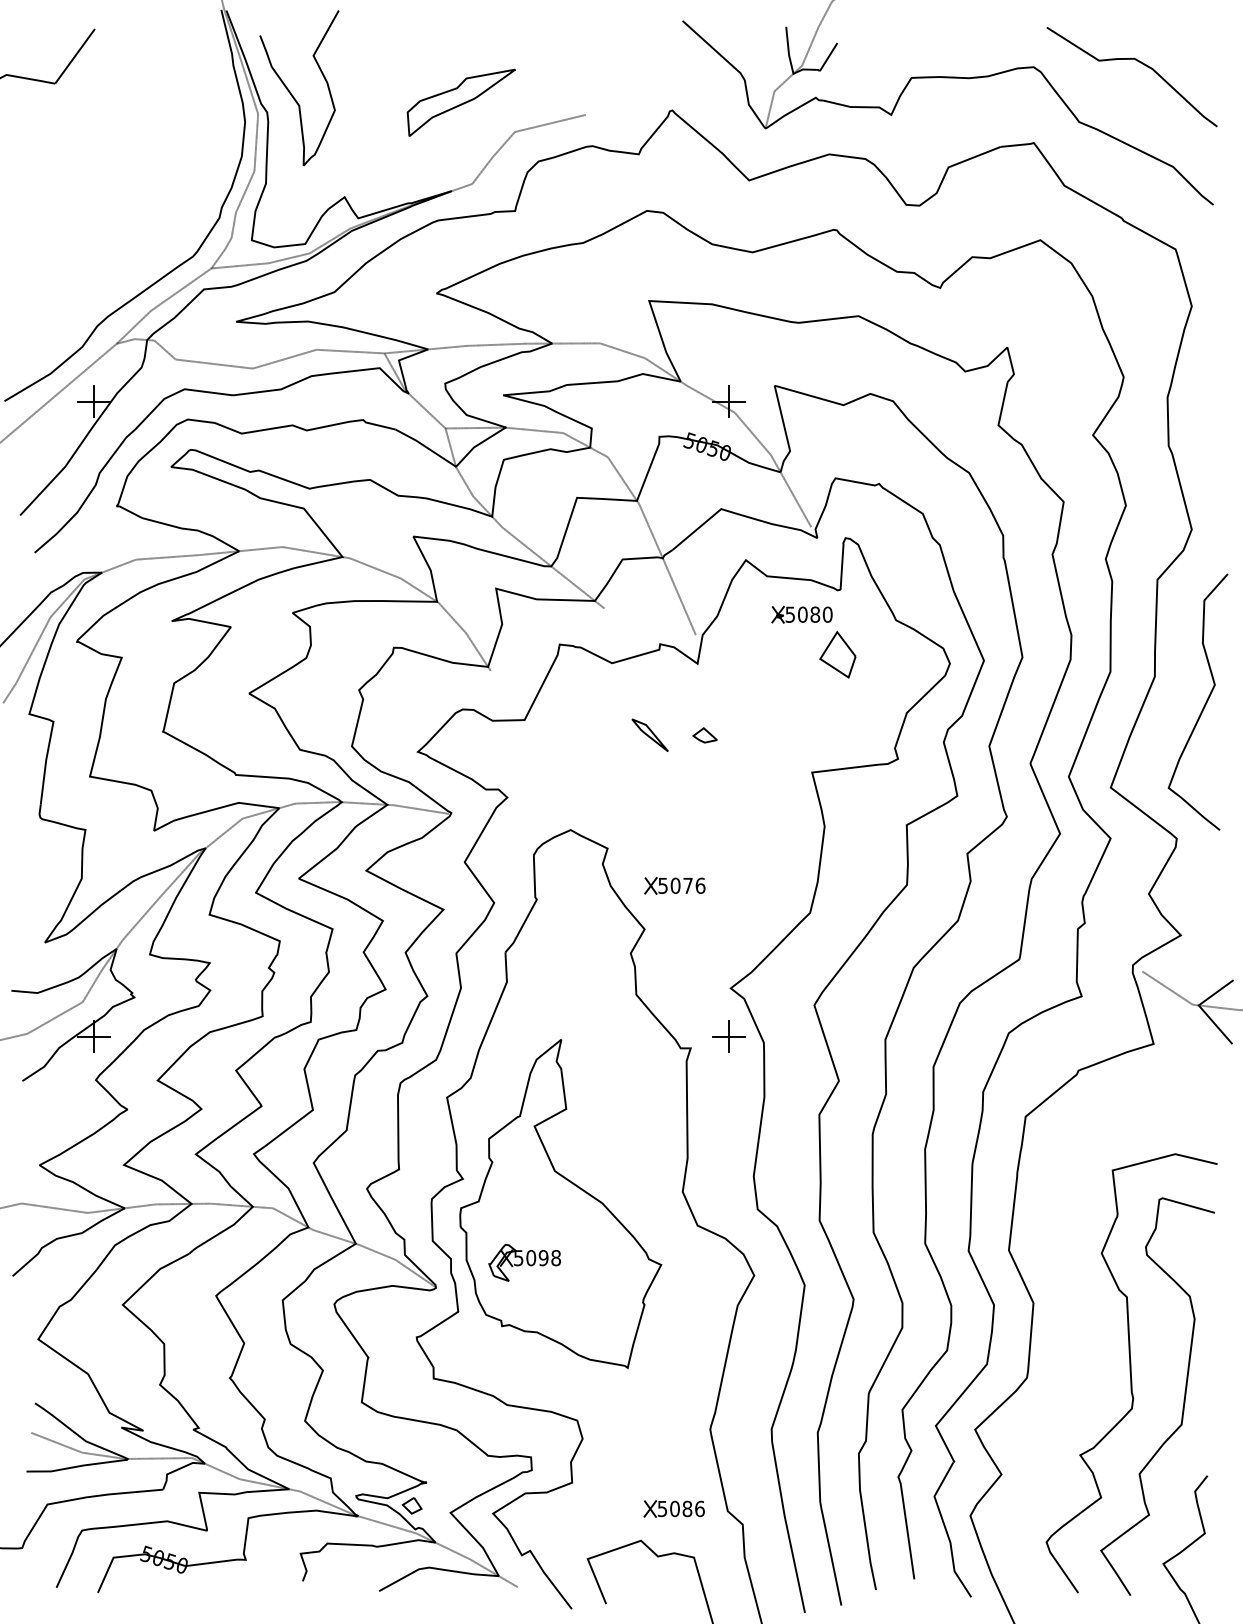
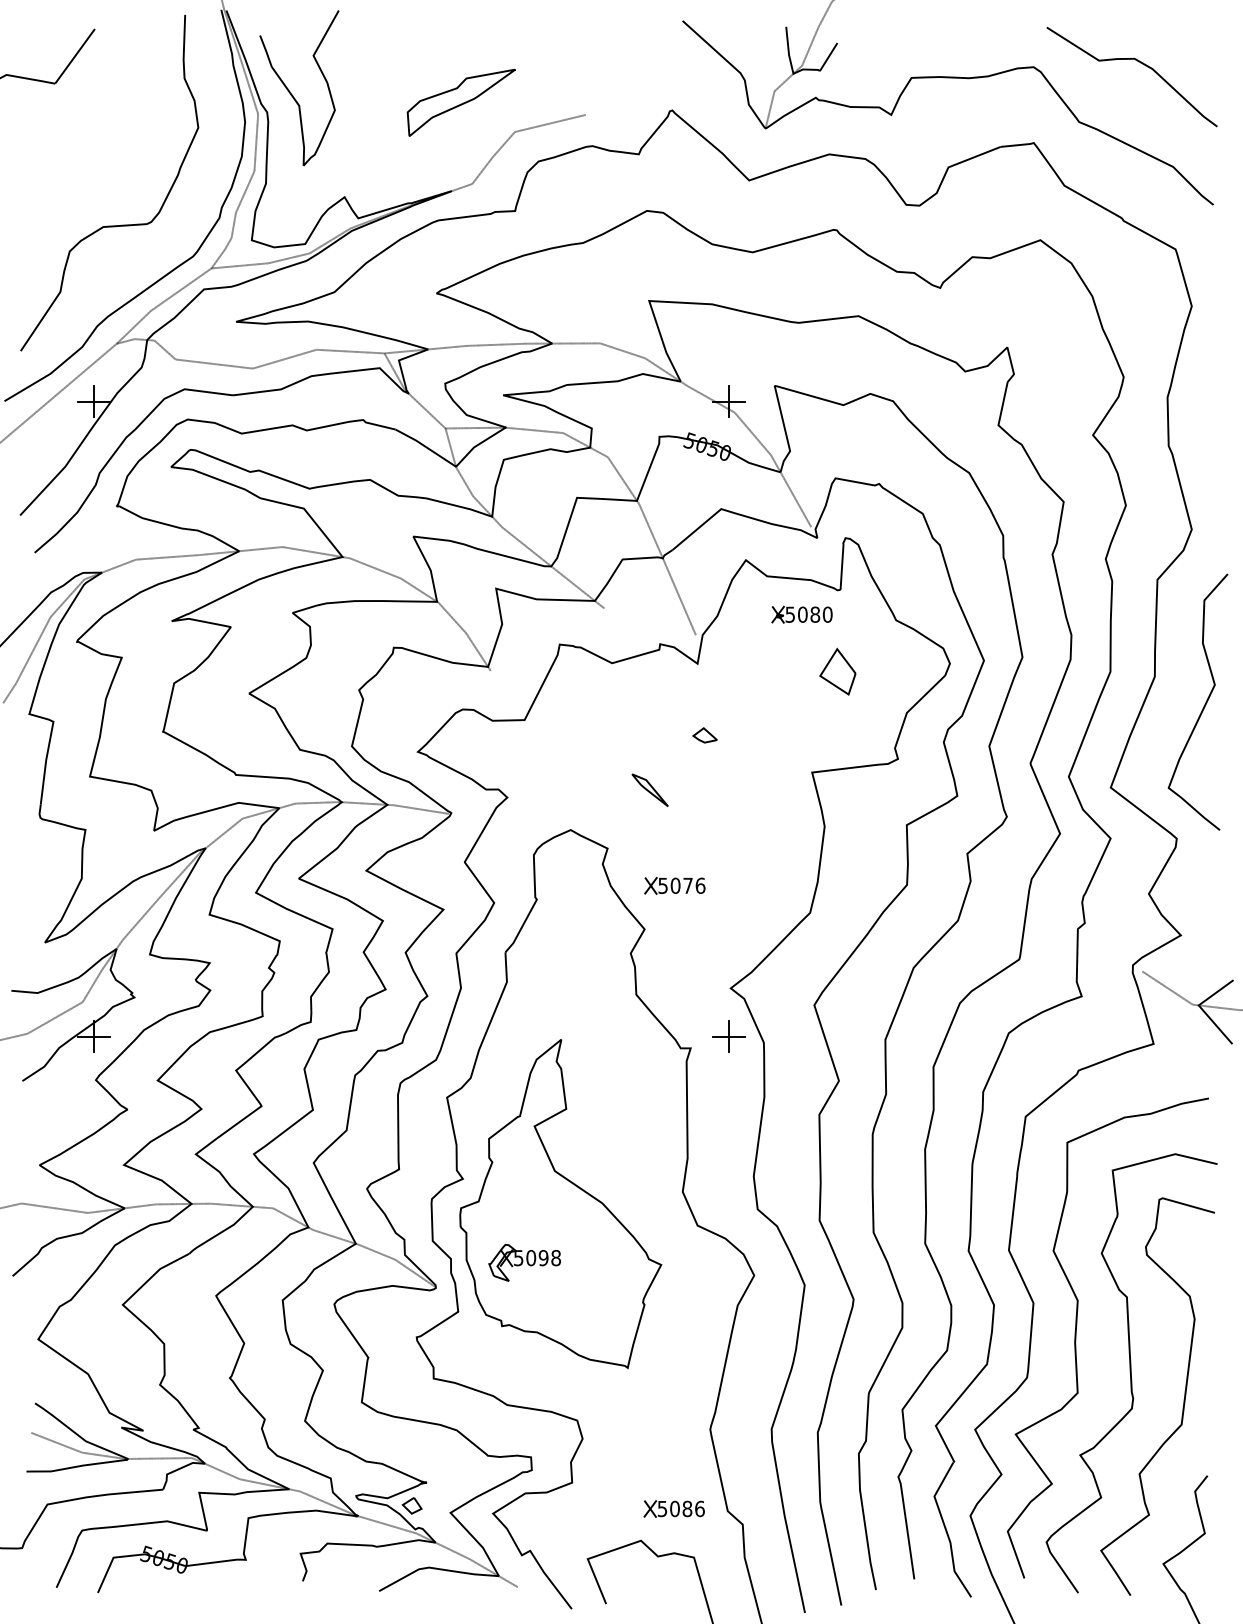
curve at (109, 225): none -> present
part at (837, 654) position: (837, 654) -> (837, 671)
part at (649, 734) position: (649, 734) -> (649, 789)
curve at (1076, 1337): none -> present
